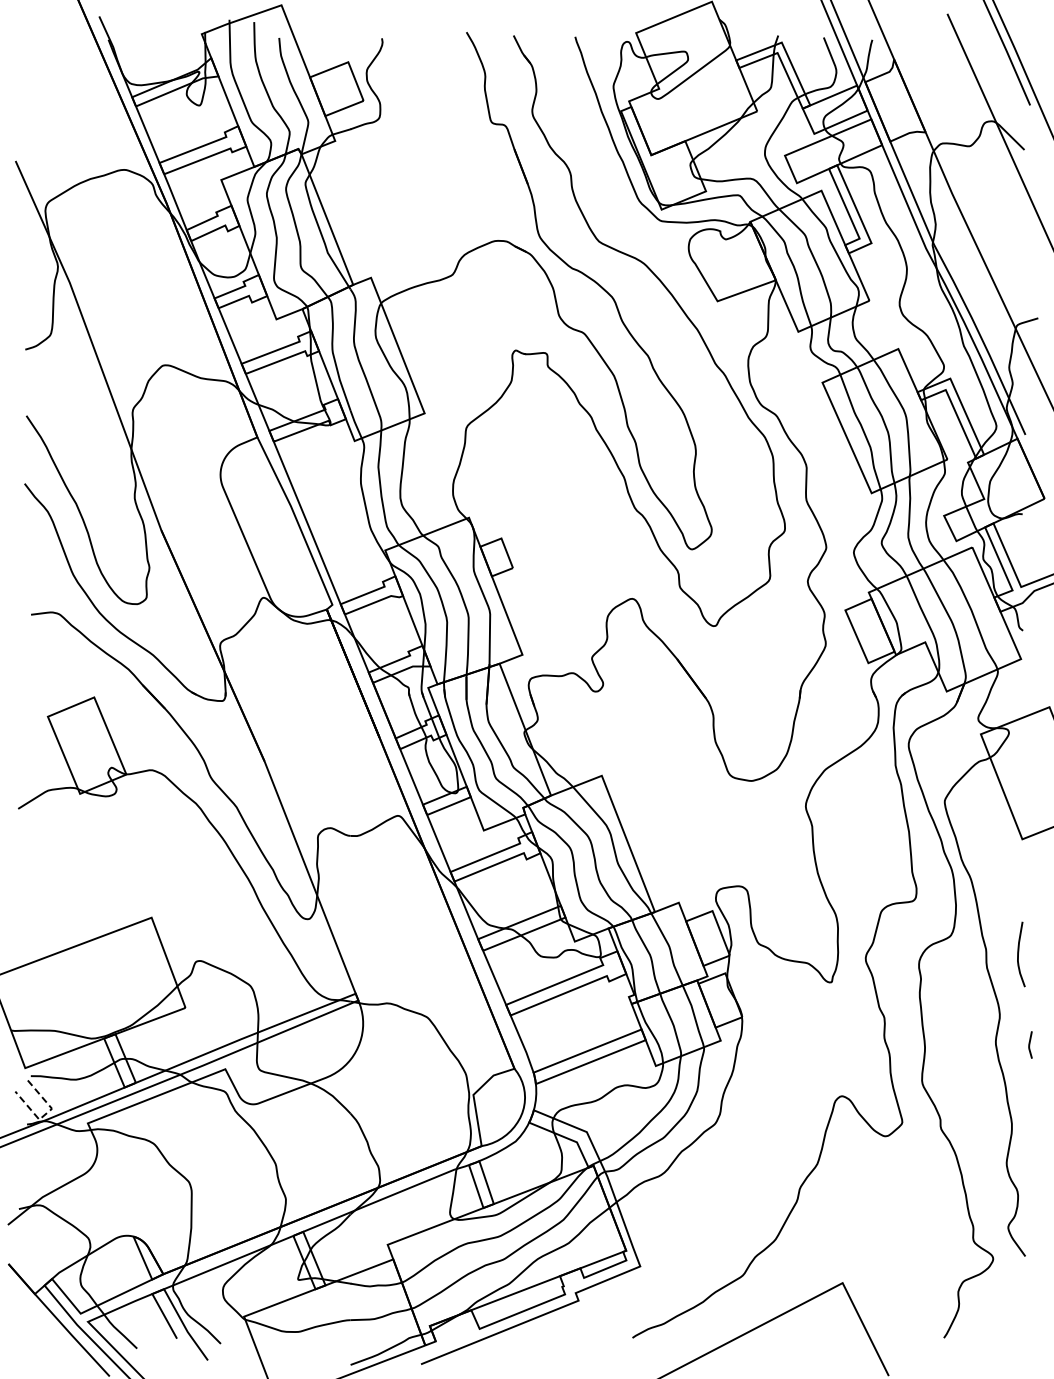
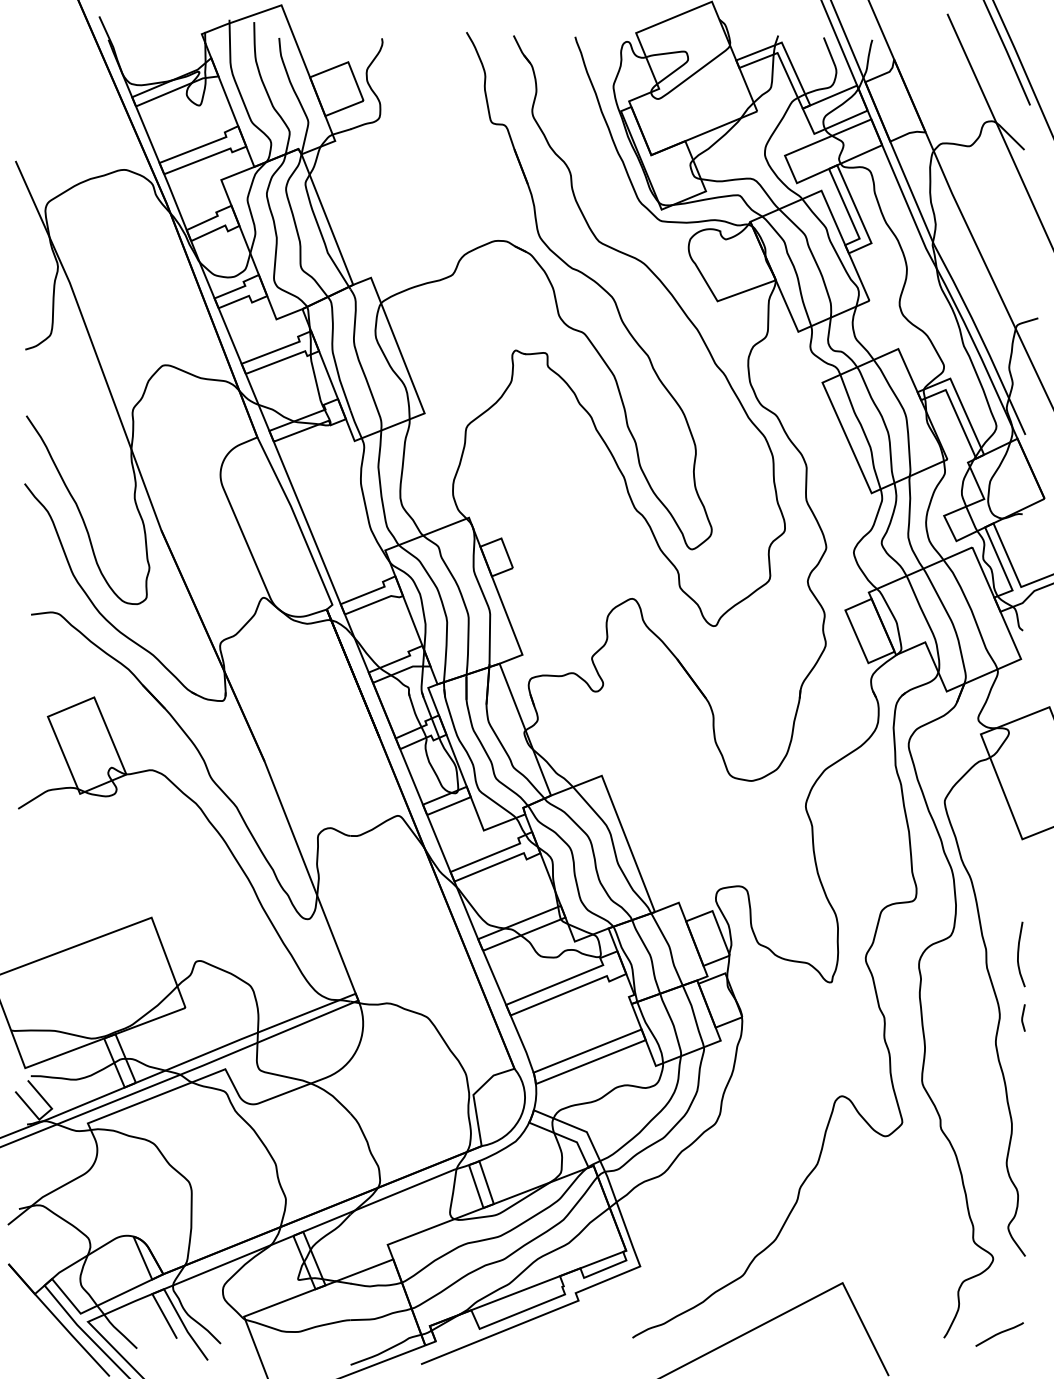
line at (1030, 1044) position: (1030, 1044) -> (1023, 1017)
line at (46, 1113): dashed -> solid
curve at (999, 1334): none -> present
